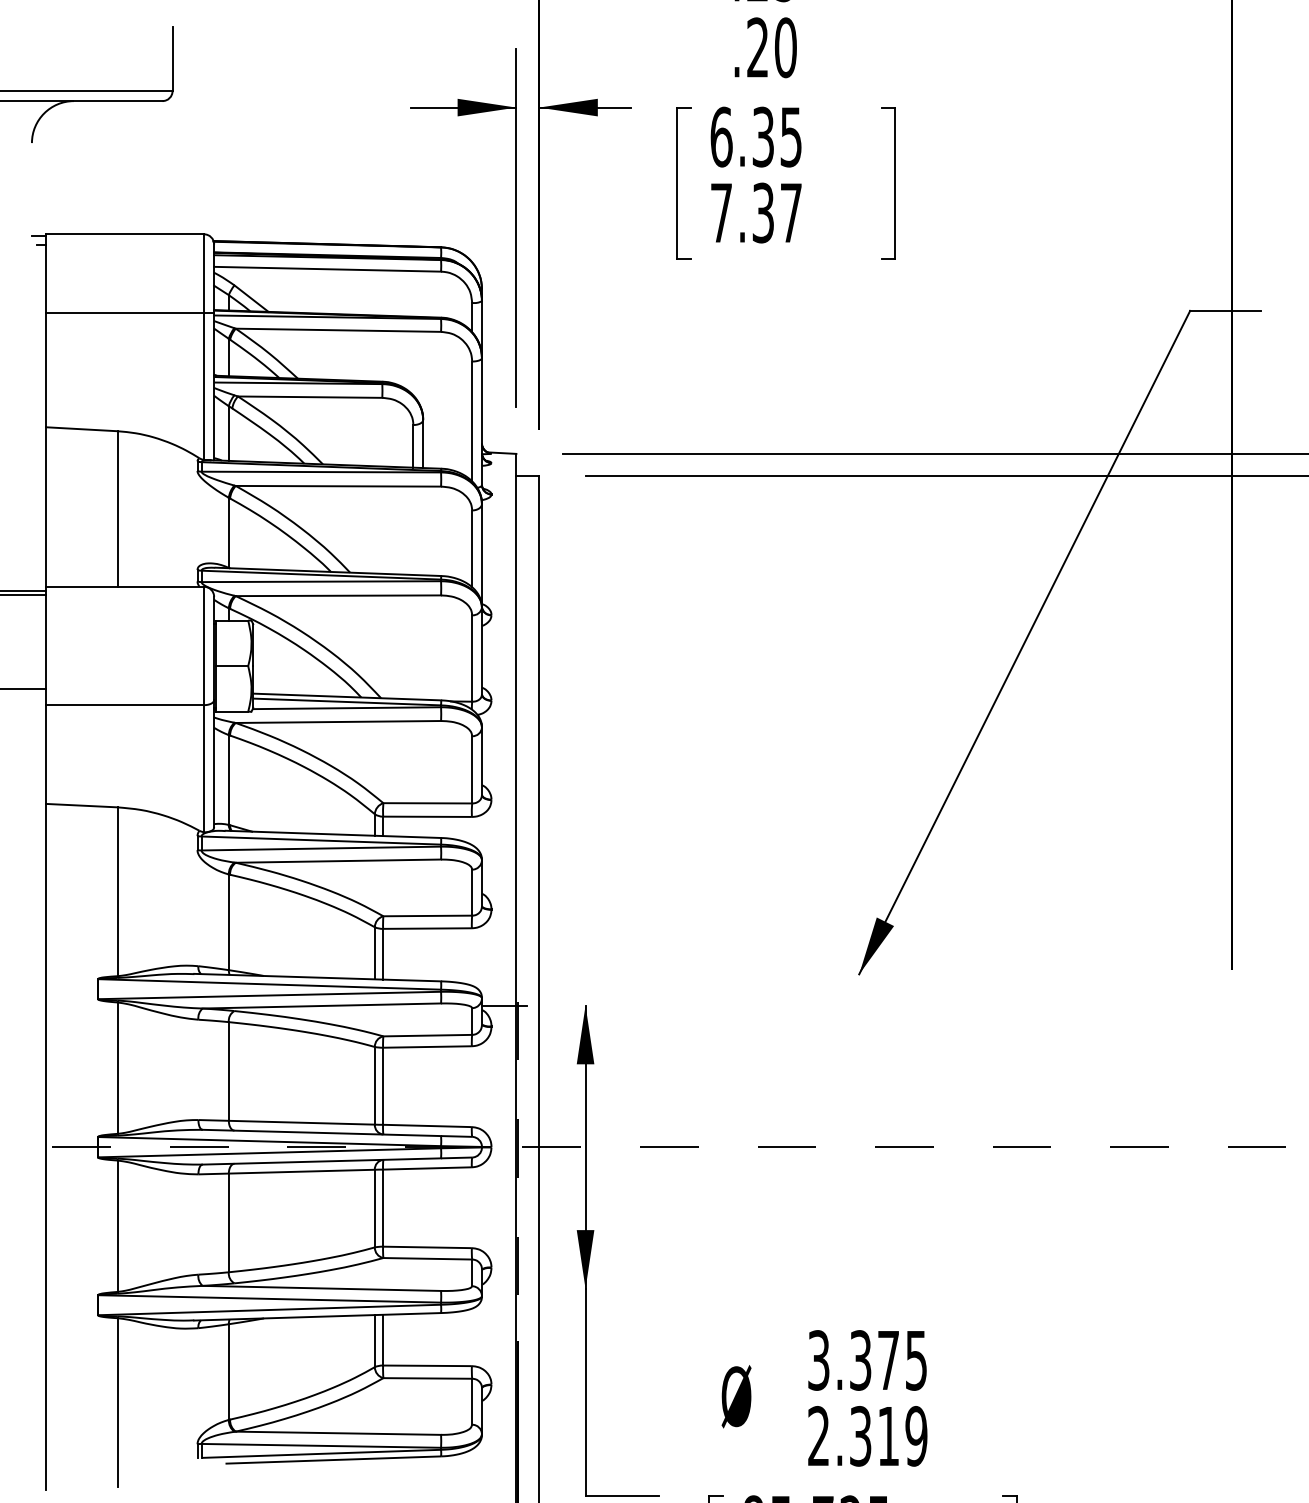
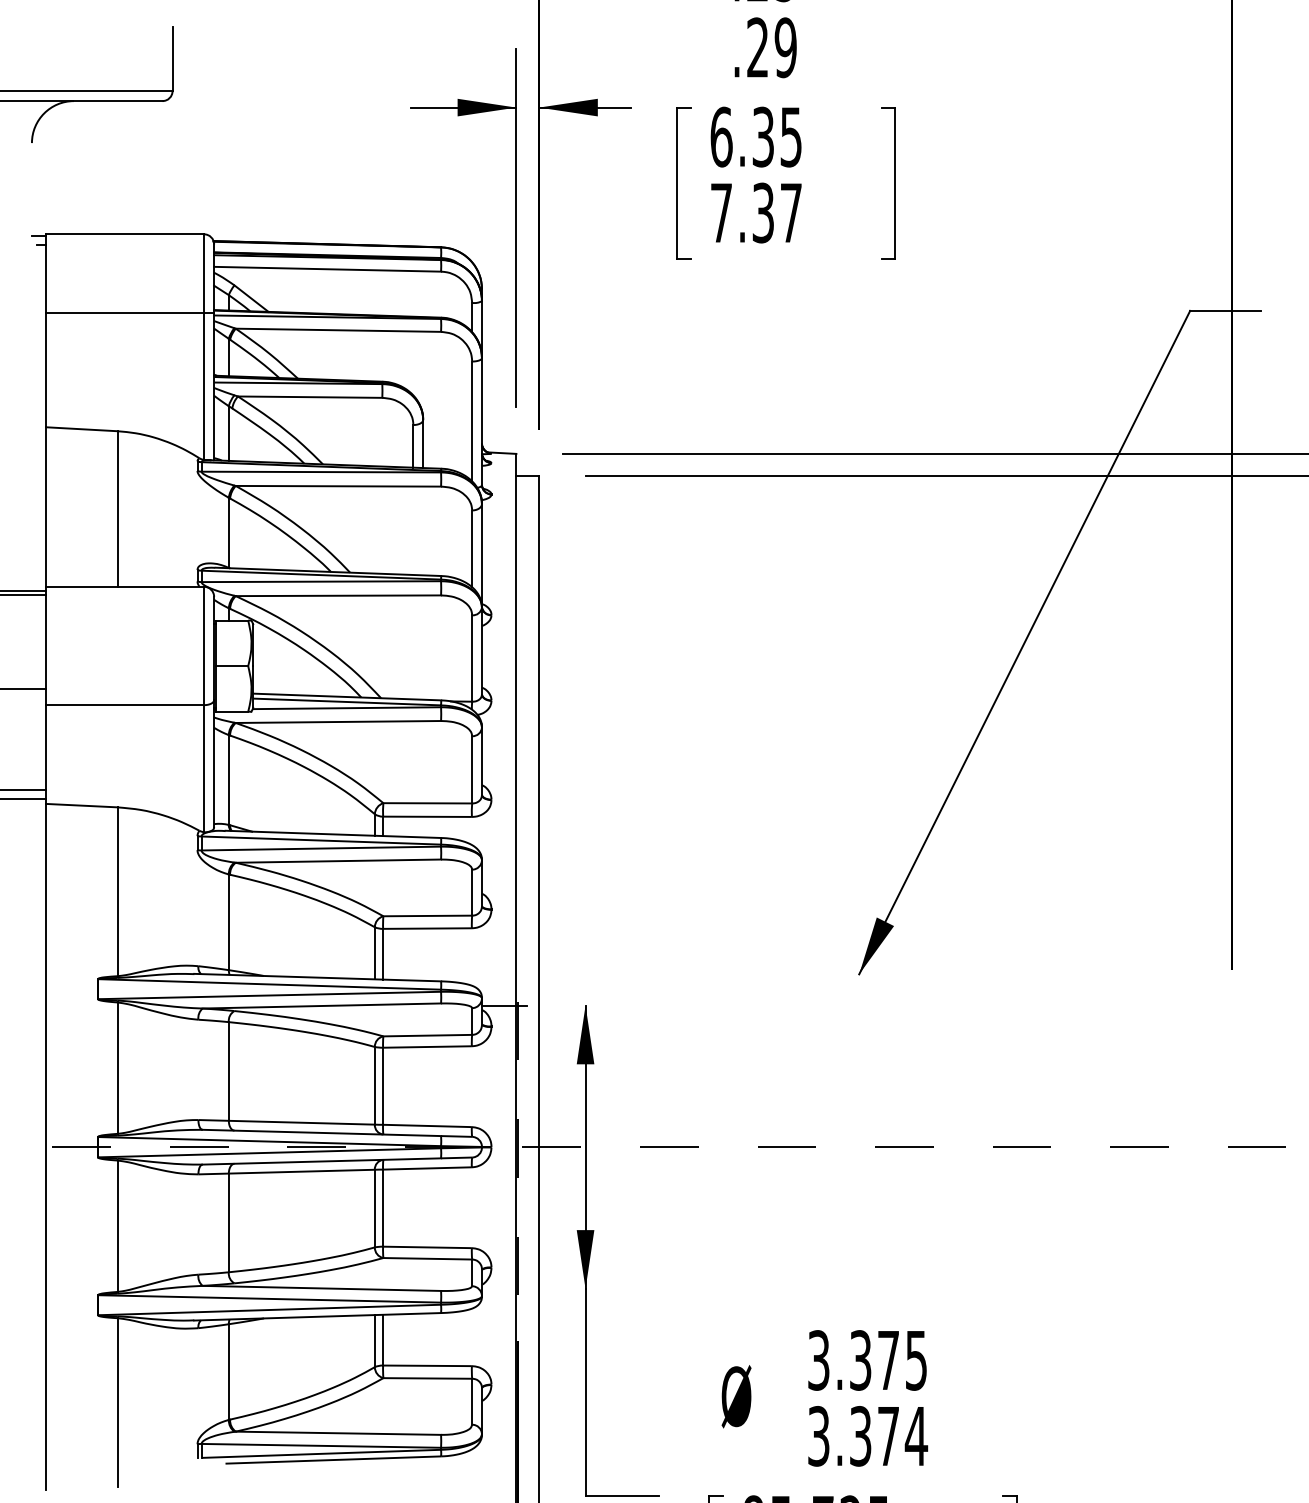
text at (785, 47): .20 -> .29
line at (24, 790): none -> present
line at (24, 798): none -> present
text at (868, 1436): 2.319 -> 3.374
